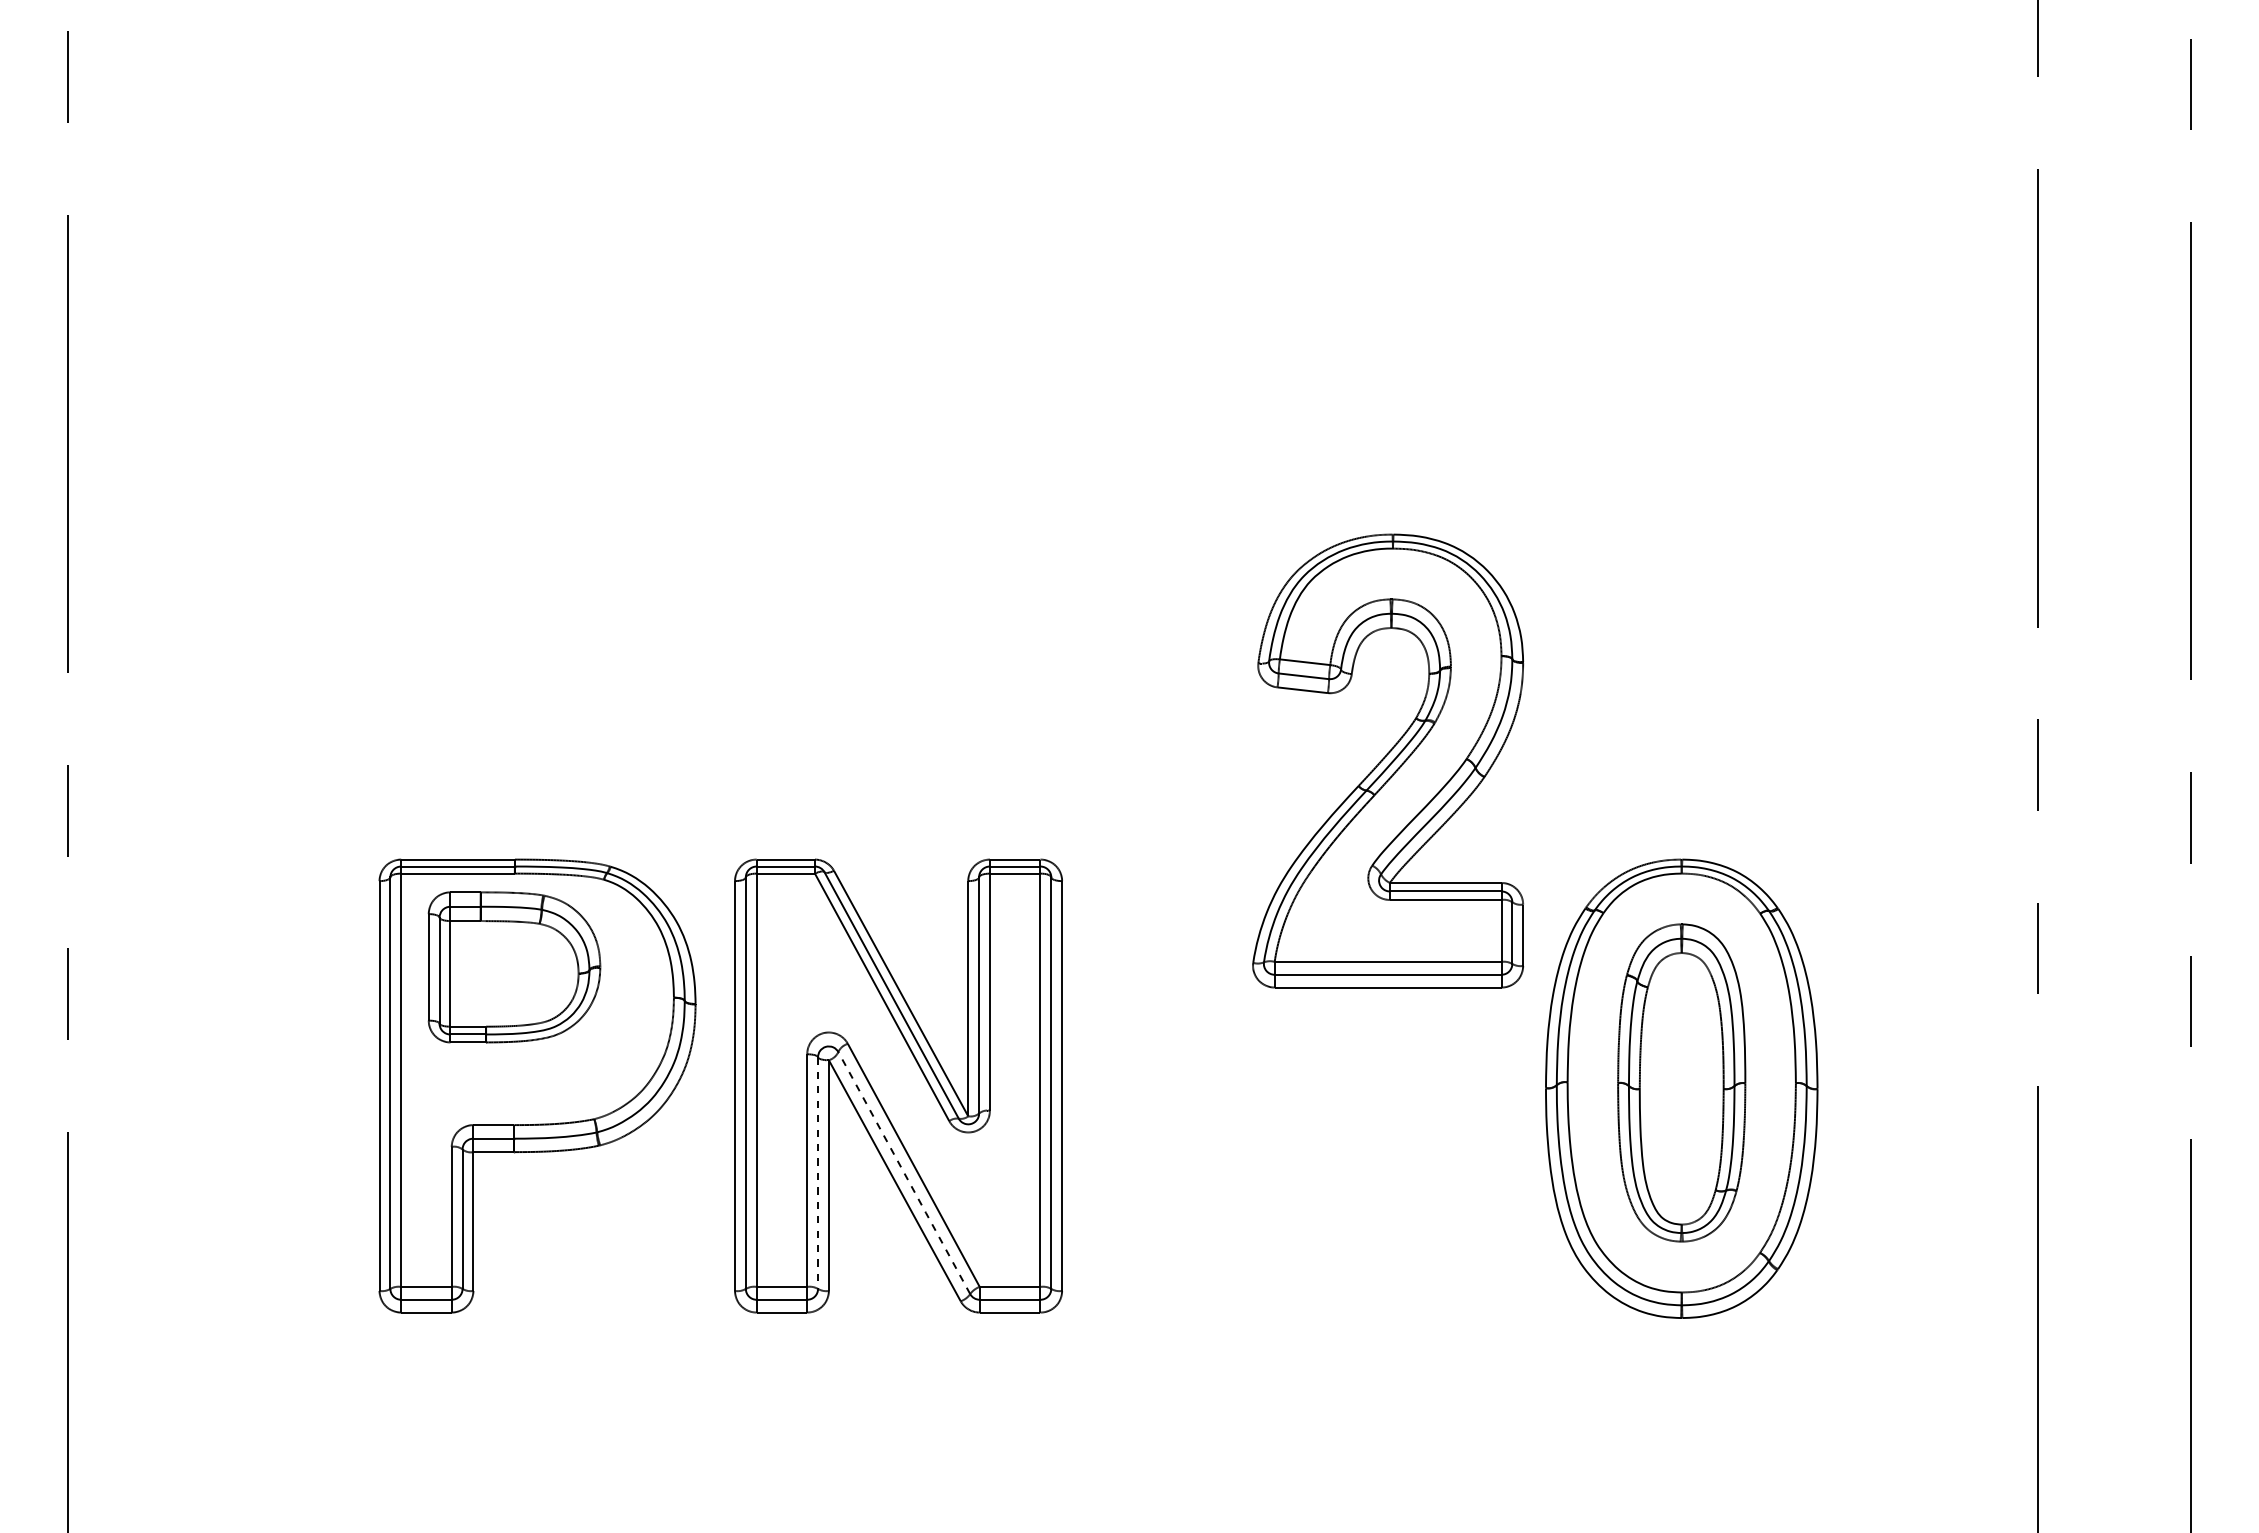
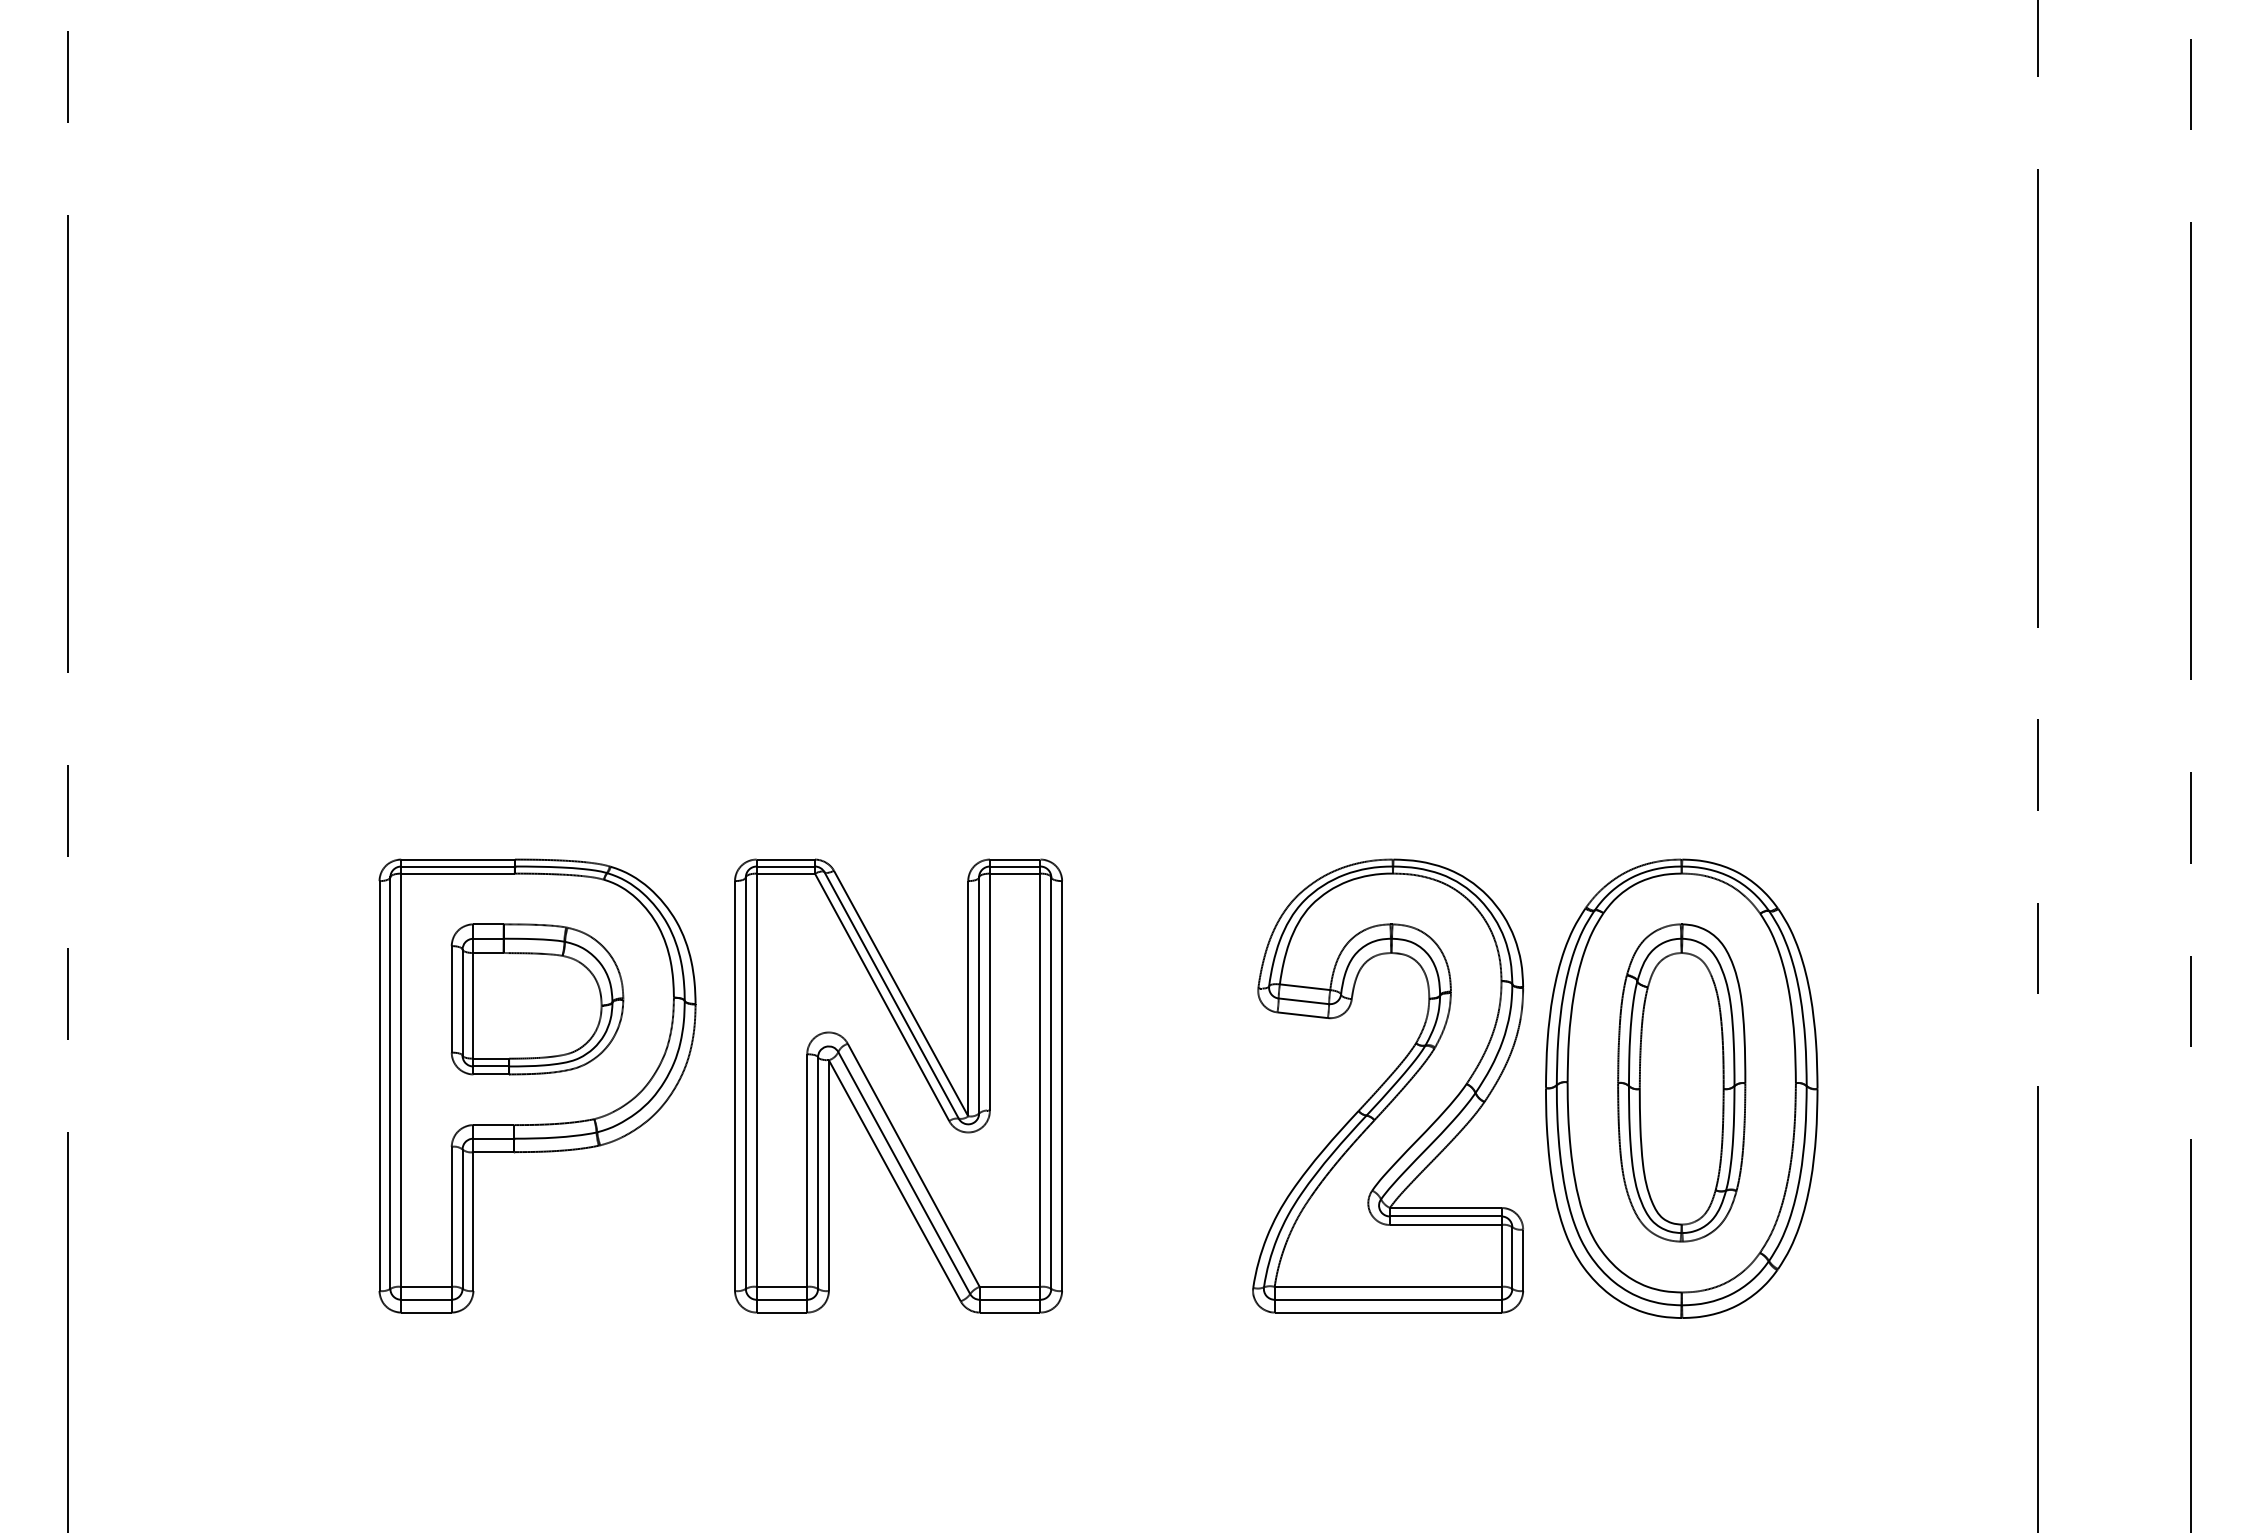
part at (1388, 760) position: (1388, 760) -> (1388, 1085)
part at (514, 967) position: (514, 967) -> (537, 999)
line at (903, 1172): dashed -> solid
line at (818, 1173): dashed -> solid
